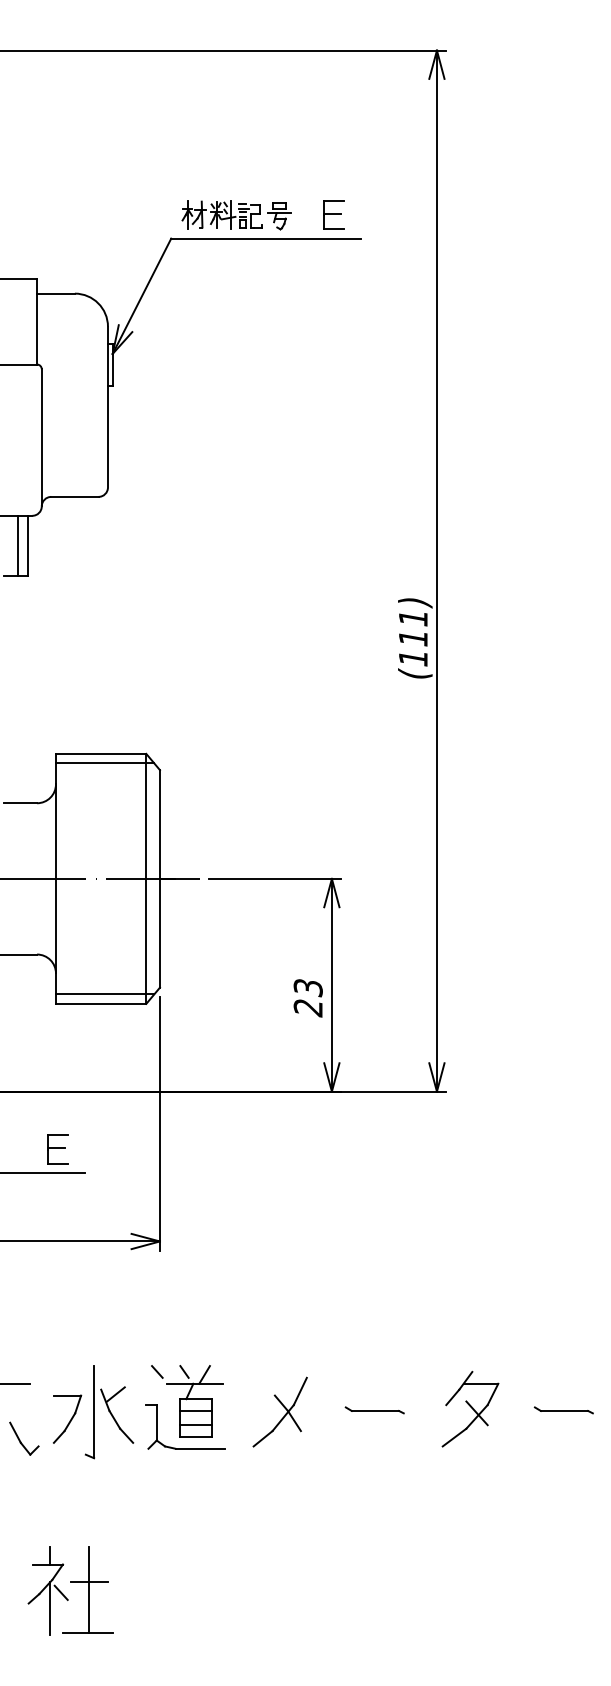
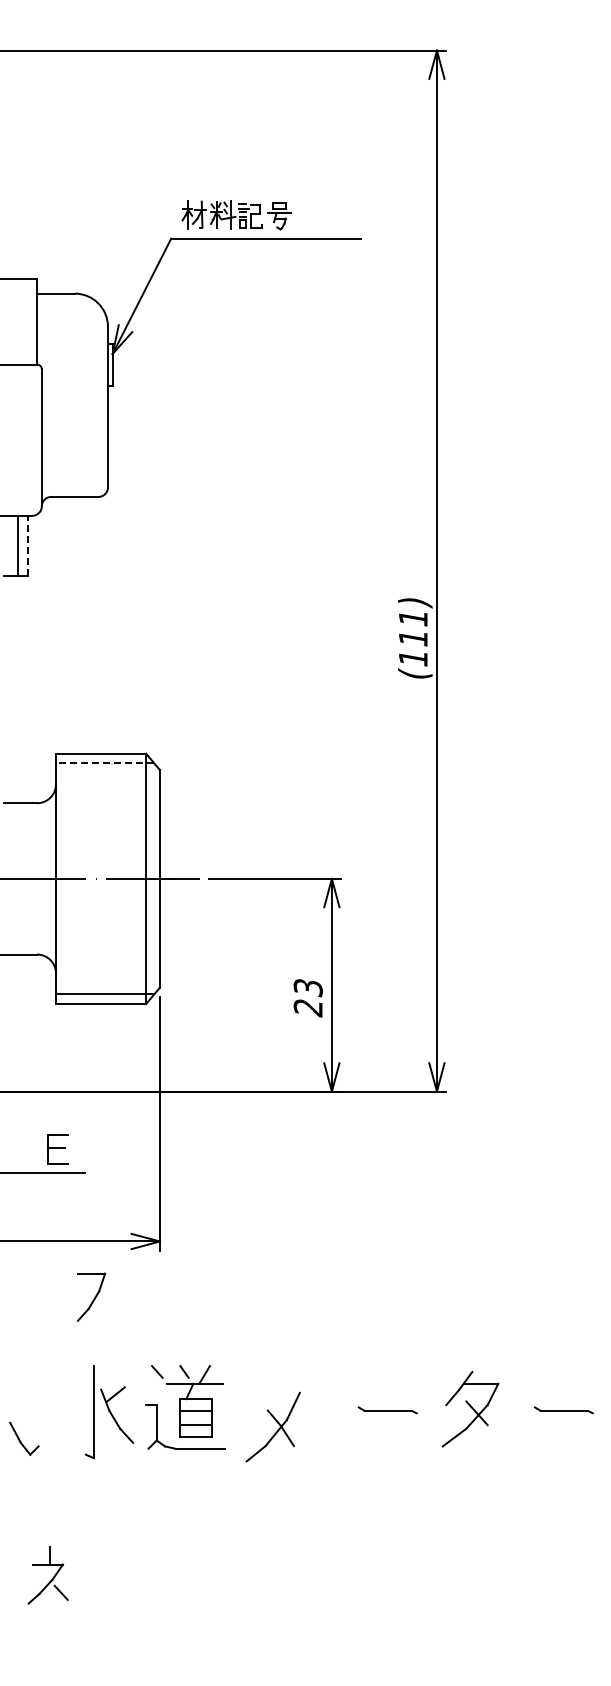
part at (333, 214): present -> none
line at (27, 545): solid -> dashed
line at (104, 763): solid -> dashed
line at (16, 1383): present -> none
part at (374, 1410) position: (374, 1410) -> (387, 1410)
part at (279, 1411) position: (279, 1411) -> (272, 1426)
part at (67, 1418) position: (67, 1418) -> (91, 1296)
part at (87, 1589): present -> none
line at (50, 1608): present -> none
